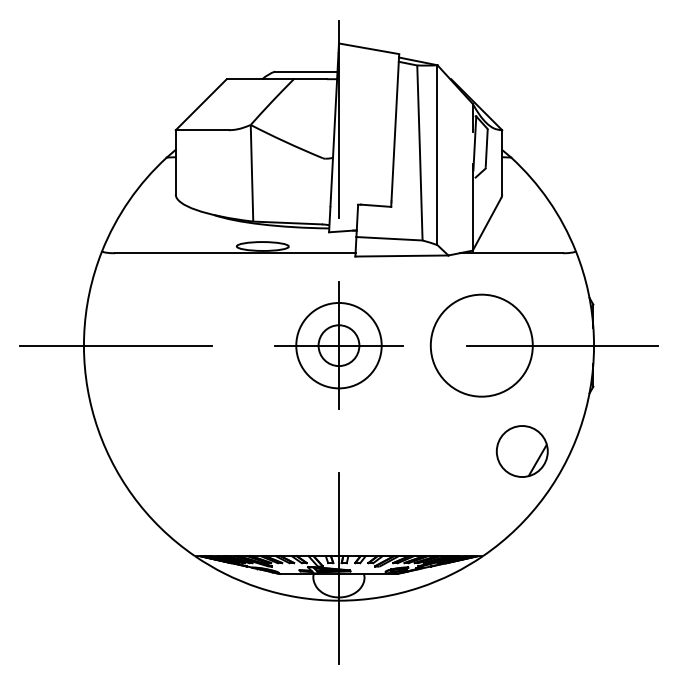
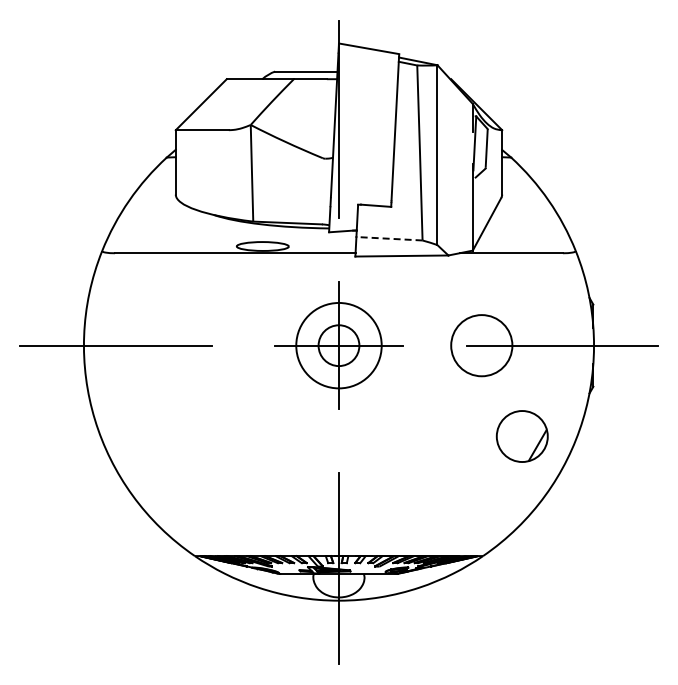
line at (389, 238): solid -> dashed
circle at (481, 345) diameter: 102 px -> 61 px
part at (521, 451) position: (521, 451) -> (521, 436)
